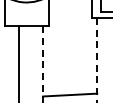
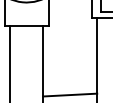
line at (97, 60): dashed -> solid
line at (19, 62) position: (19, 62) -> (10, 62)
line at (43, 65): dashed -> solid
